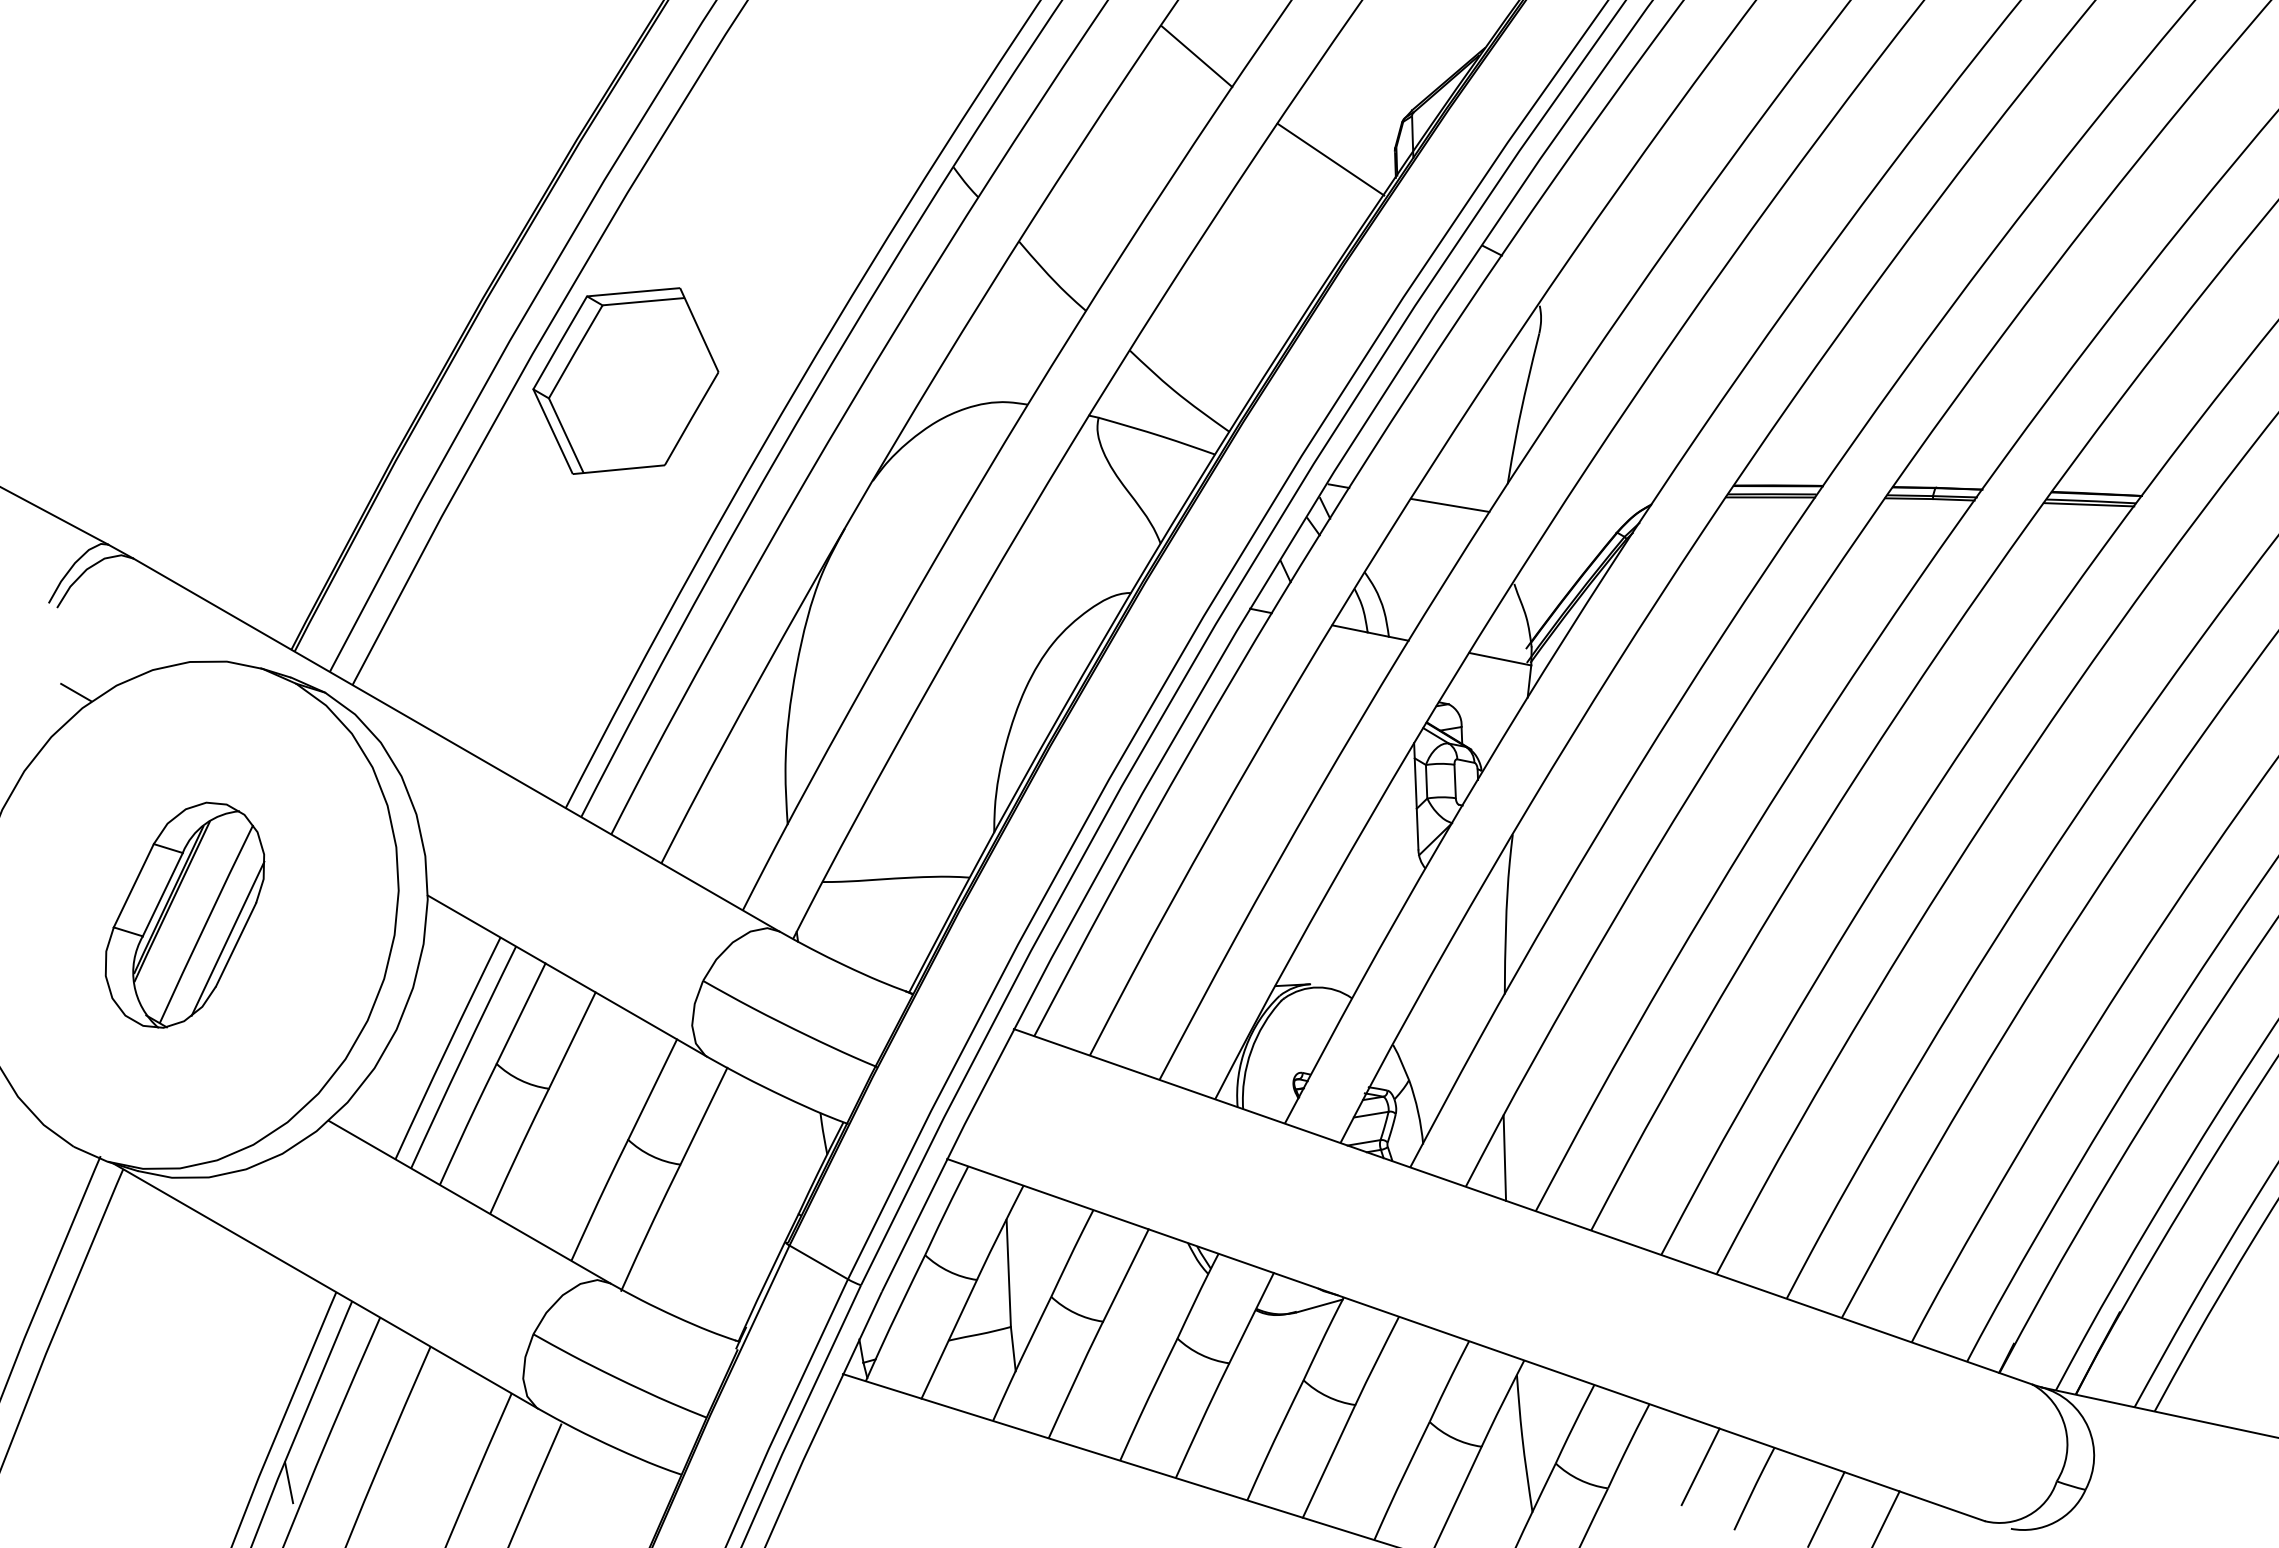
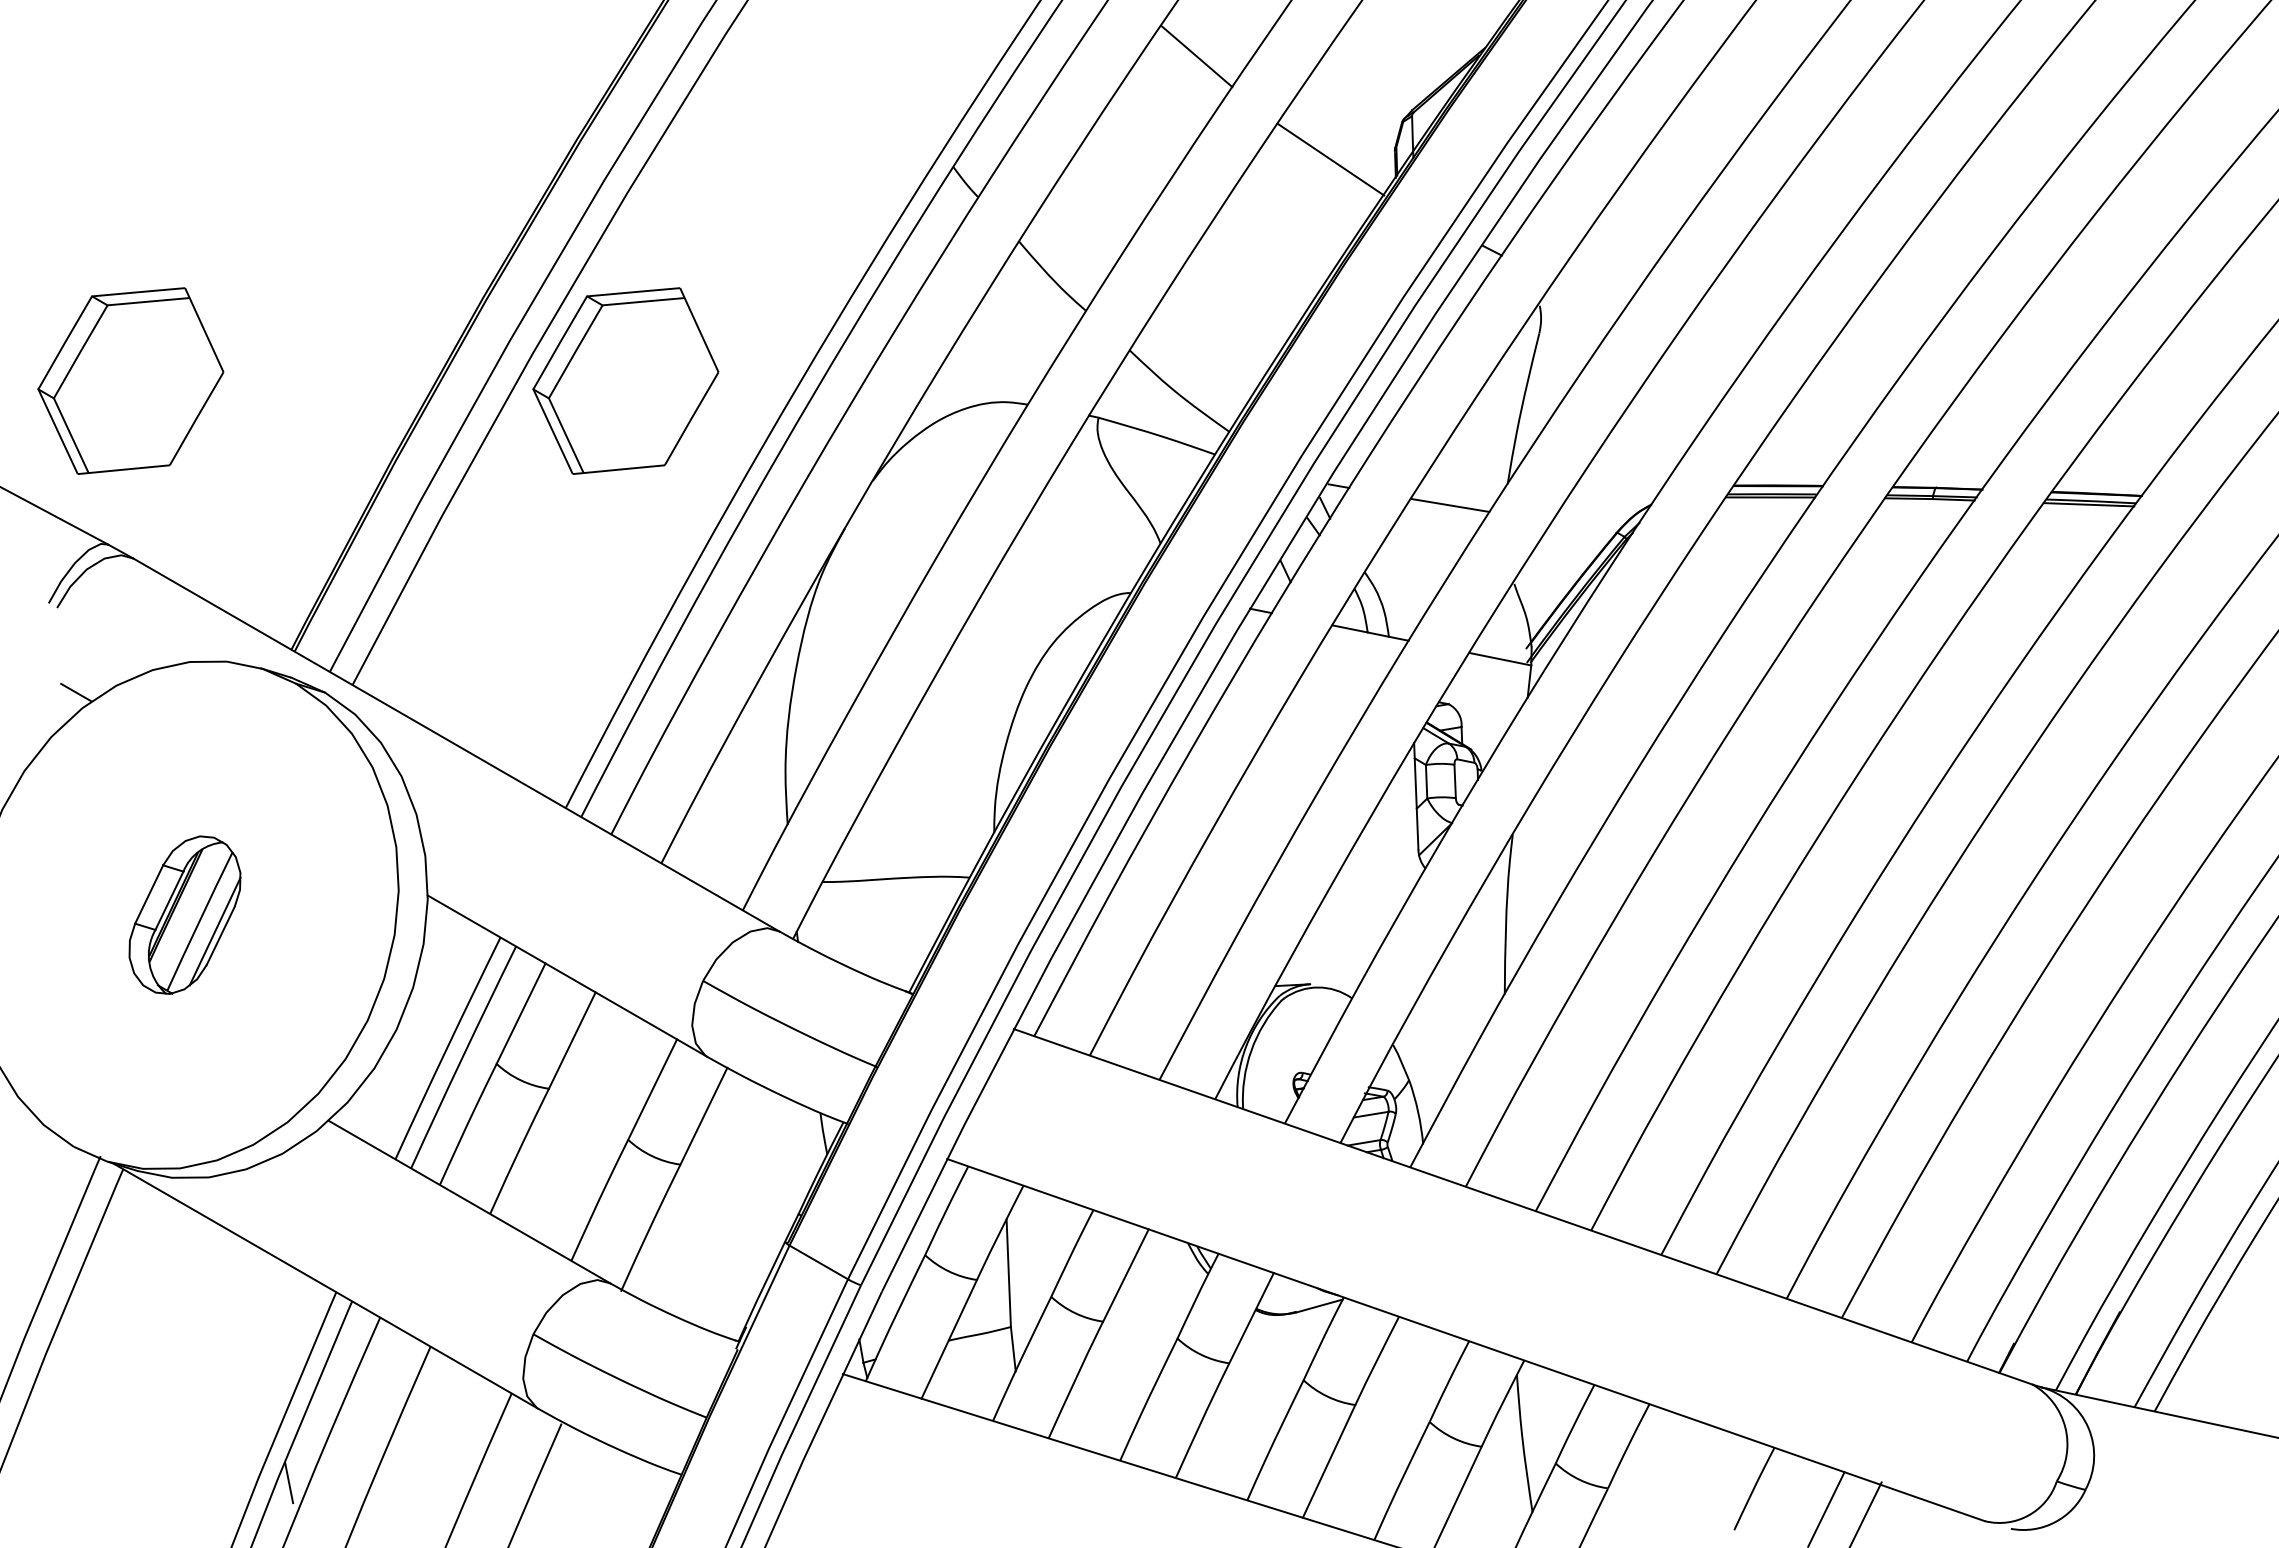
part at (130, 380): none -> present
part at (184, 914) size: 162x228 px -> 114x160 px
line at (1504, 1157): present -> none
line at (1700, 1466): present -> none
line at (1886, 1517) position: (1886, 1517) -> (1866, 1513)
